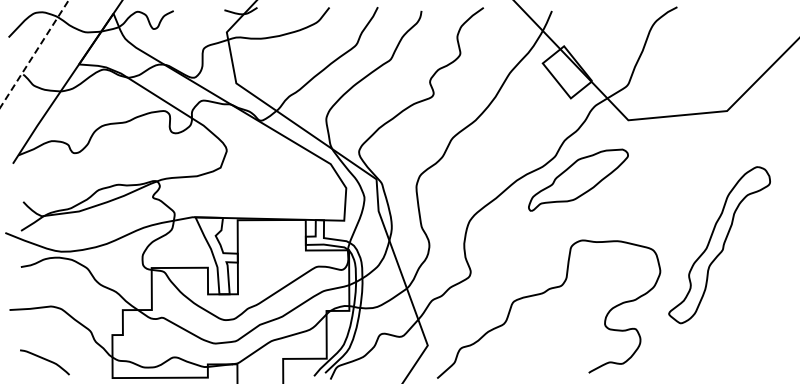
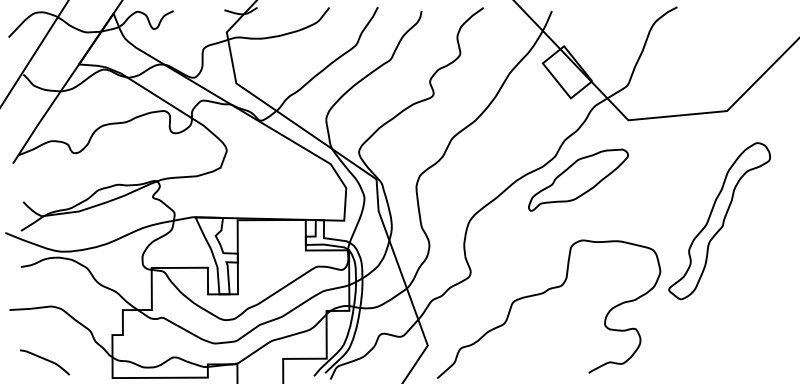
line at (34, 53): dashed -> solid
part at (719, 245) position: (719, 245) -> (719, 221)
